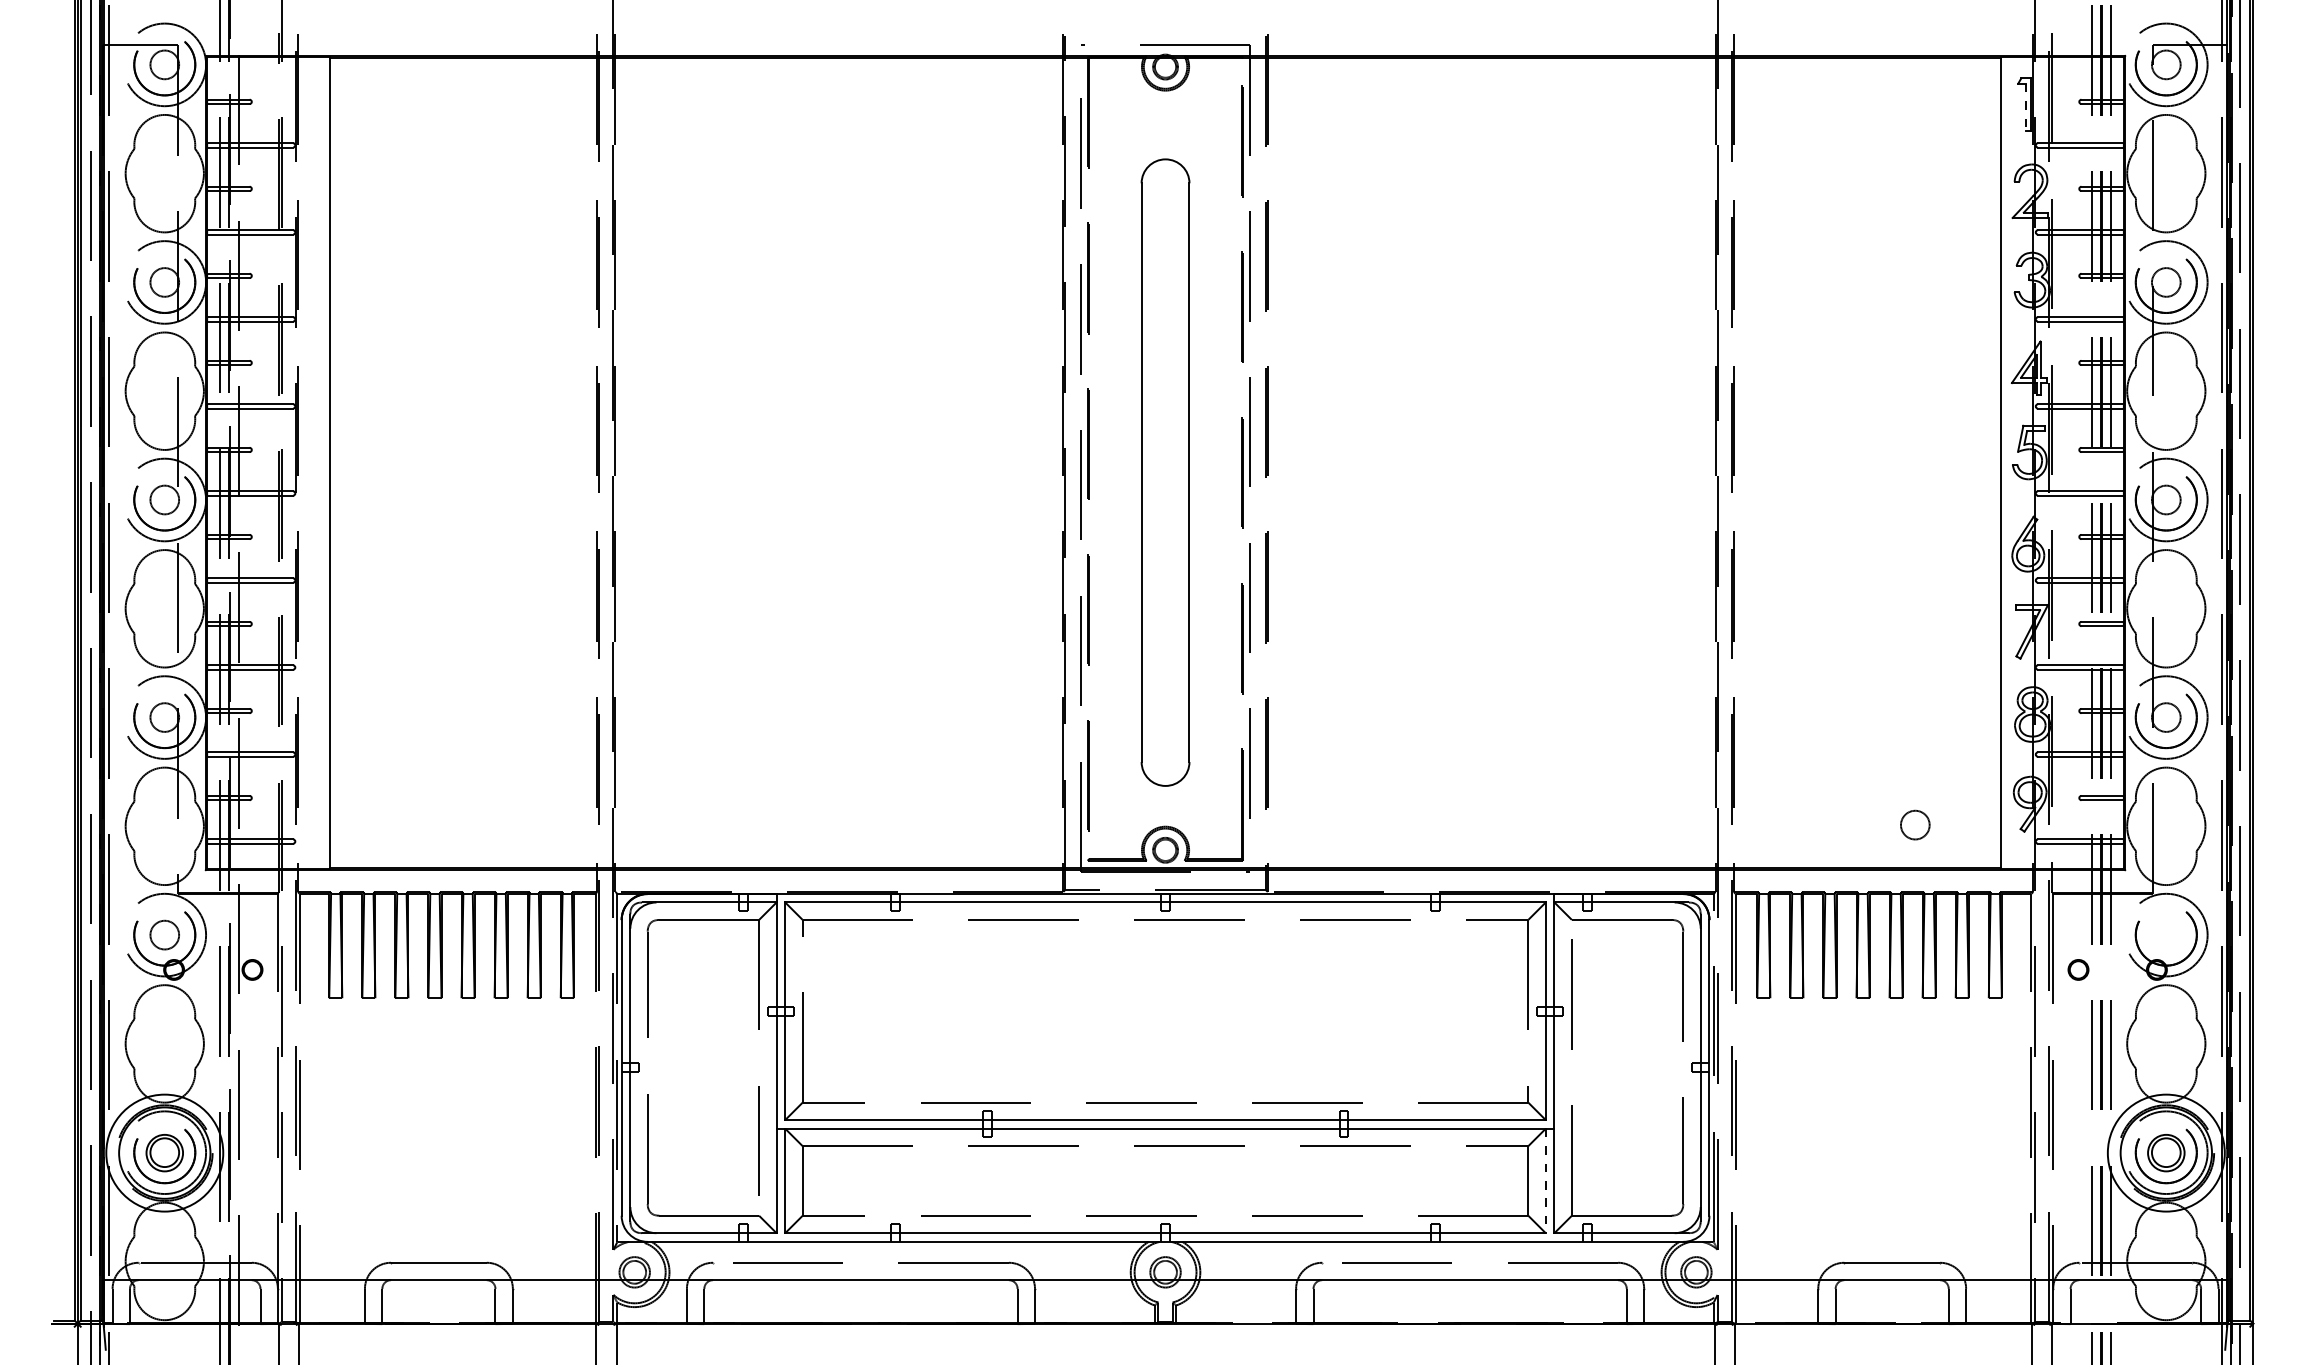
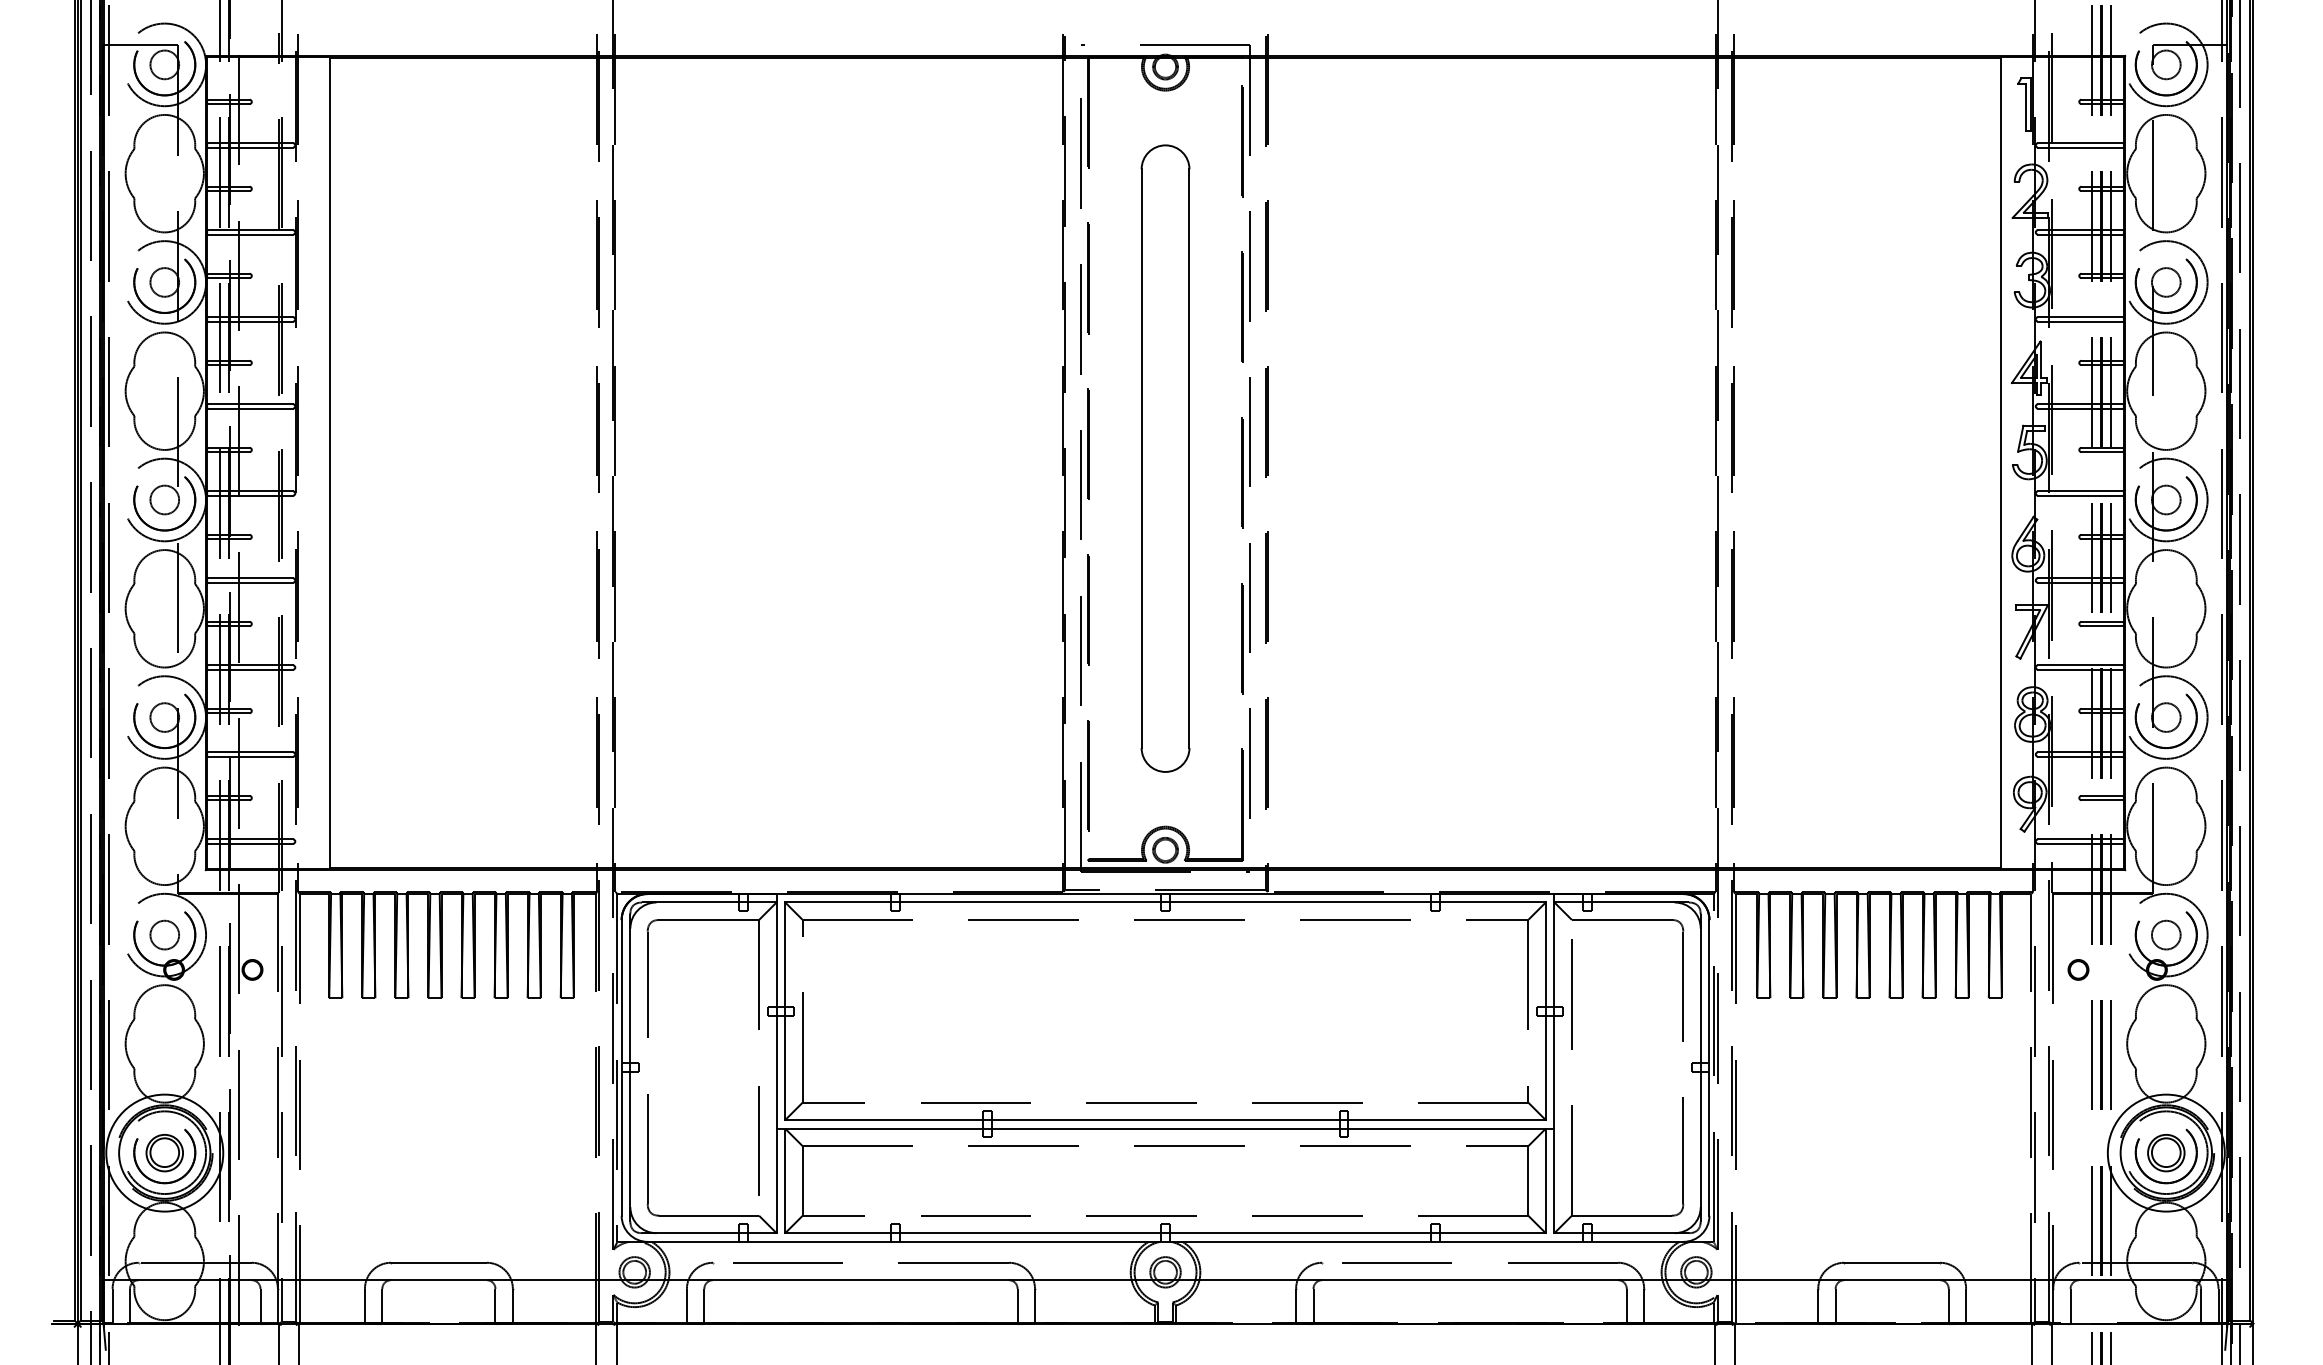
line at (2026, 107): dashed -> solid
part at (1165, 472) position: (1165, 472) -> (1165, 458)
circle at (1915, 824) position: (1915, 824) -> (2166, 934)
line at (1545, 1181): dashed -> solid
